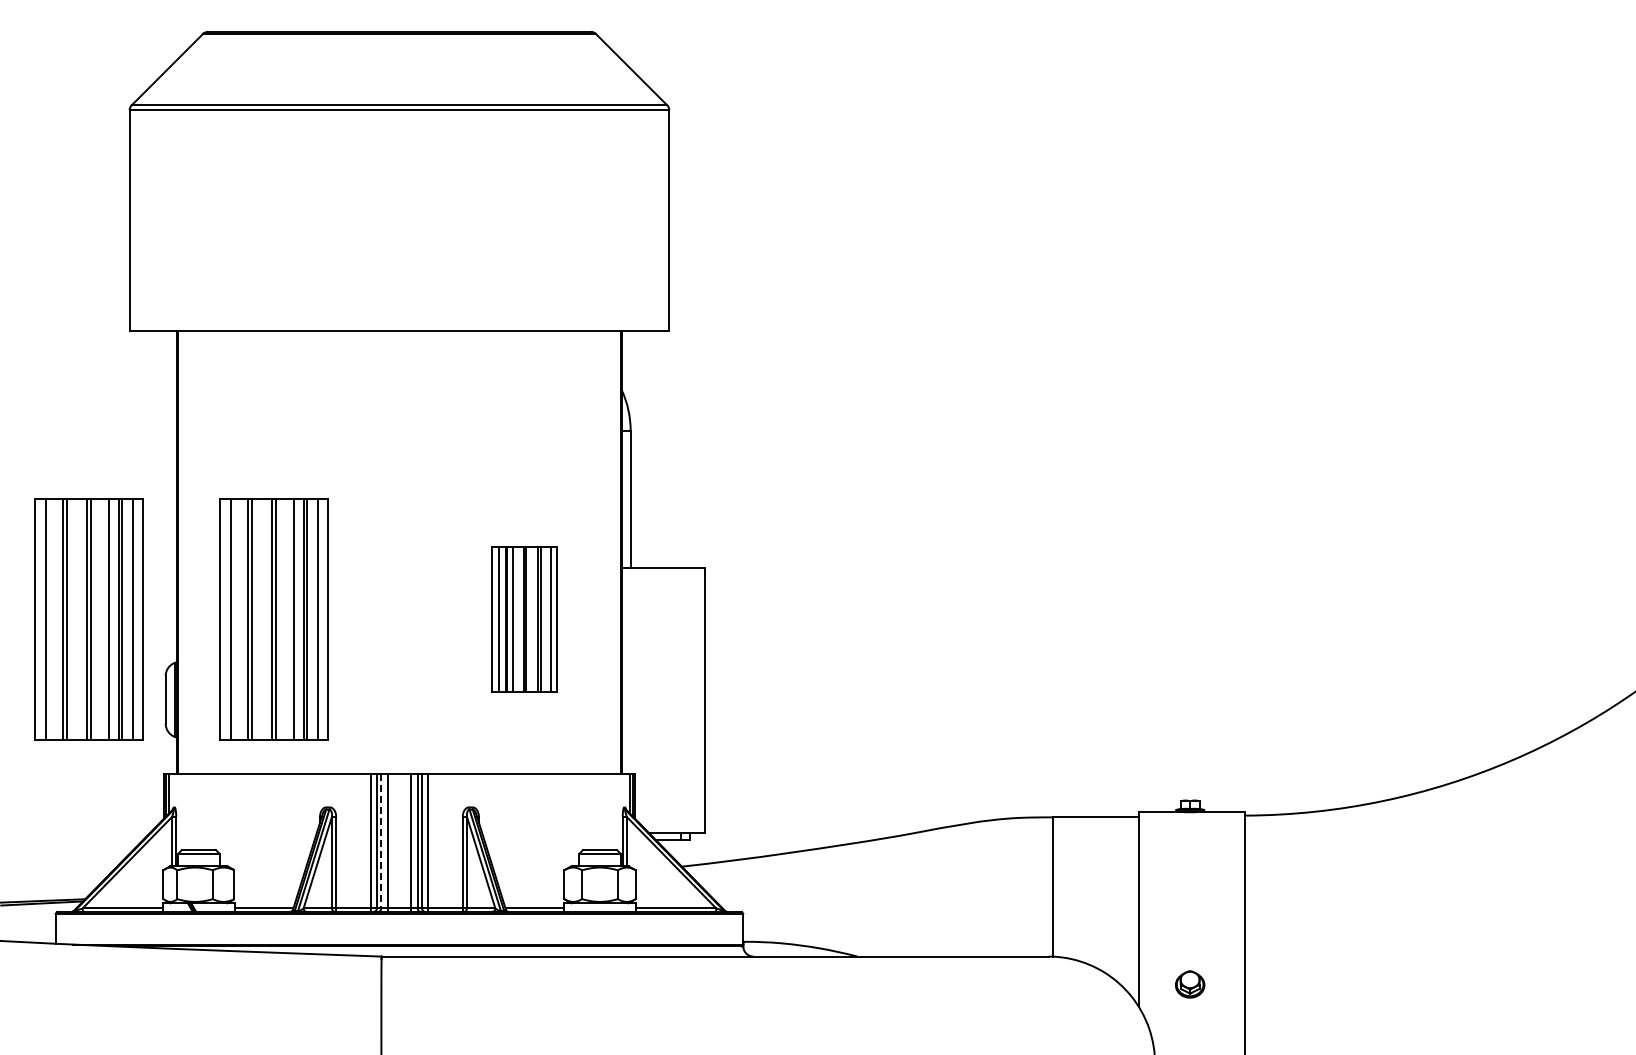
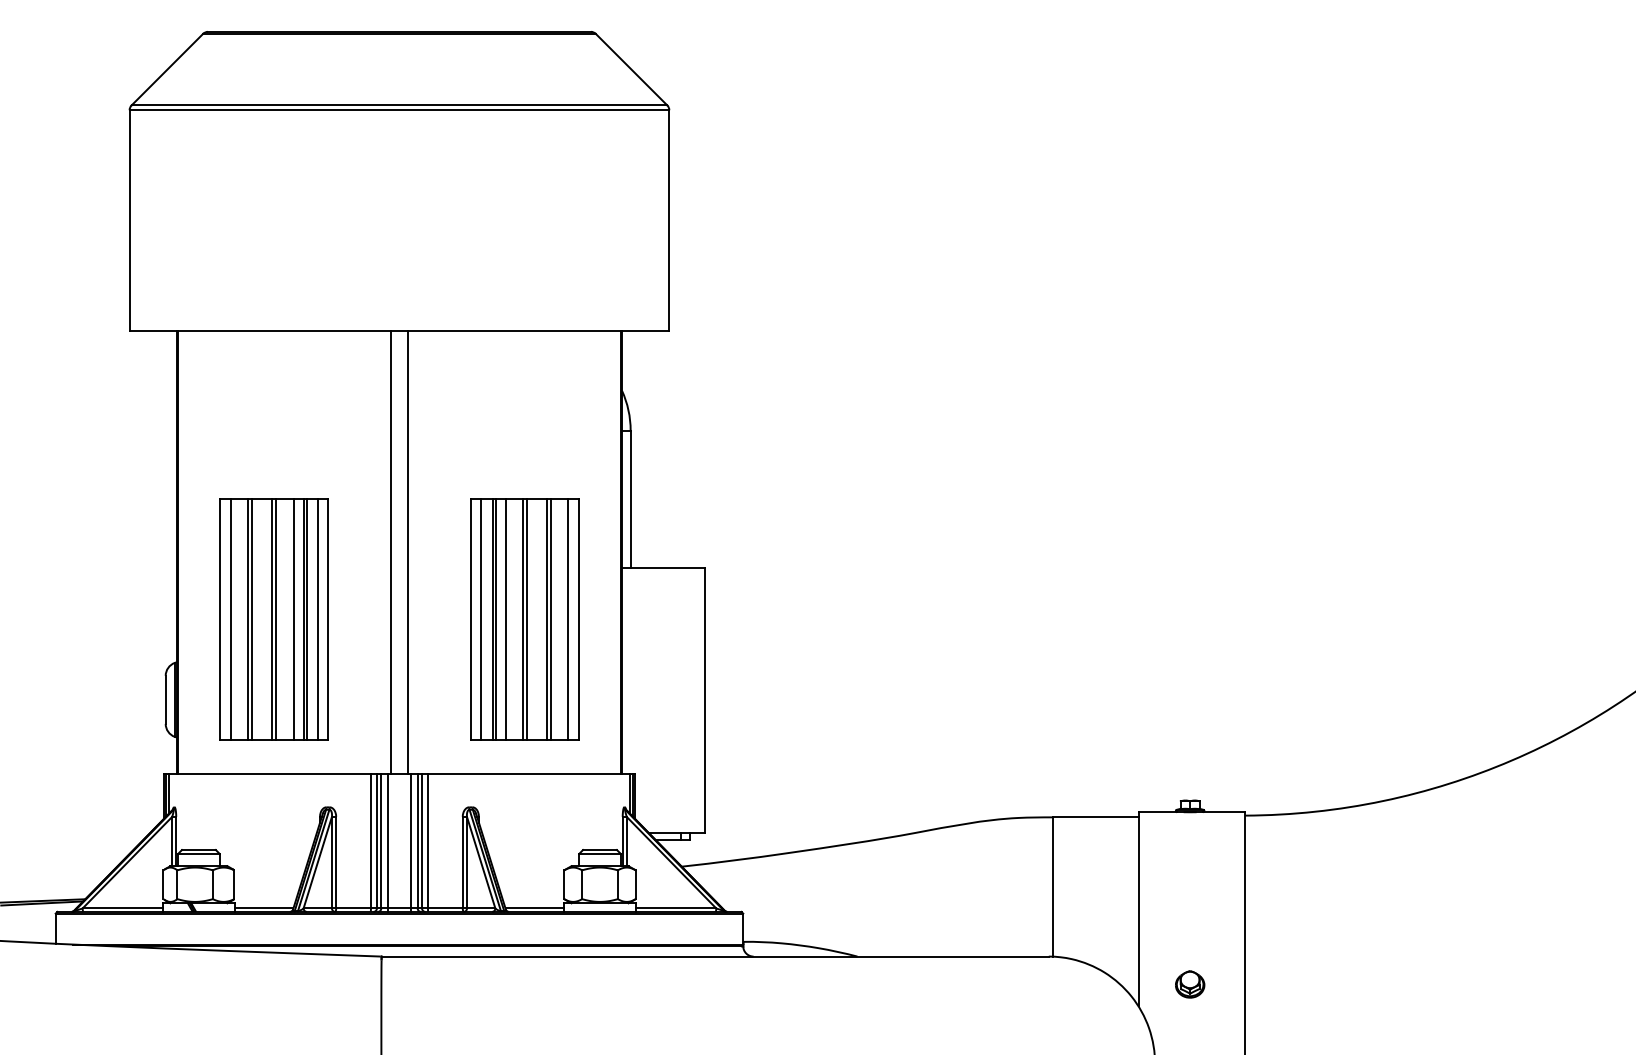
line at (391, 552): none -> present
line at (407, 552): none -> present
part at (88, 619): present -> none
part at (524, 619) size: 67x147 px -> 110x243 px
line at (381, 841): dashed -> solid
